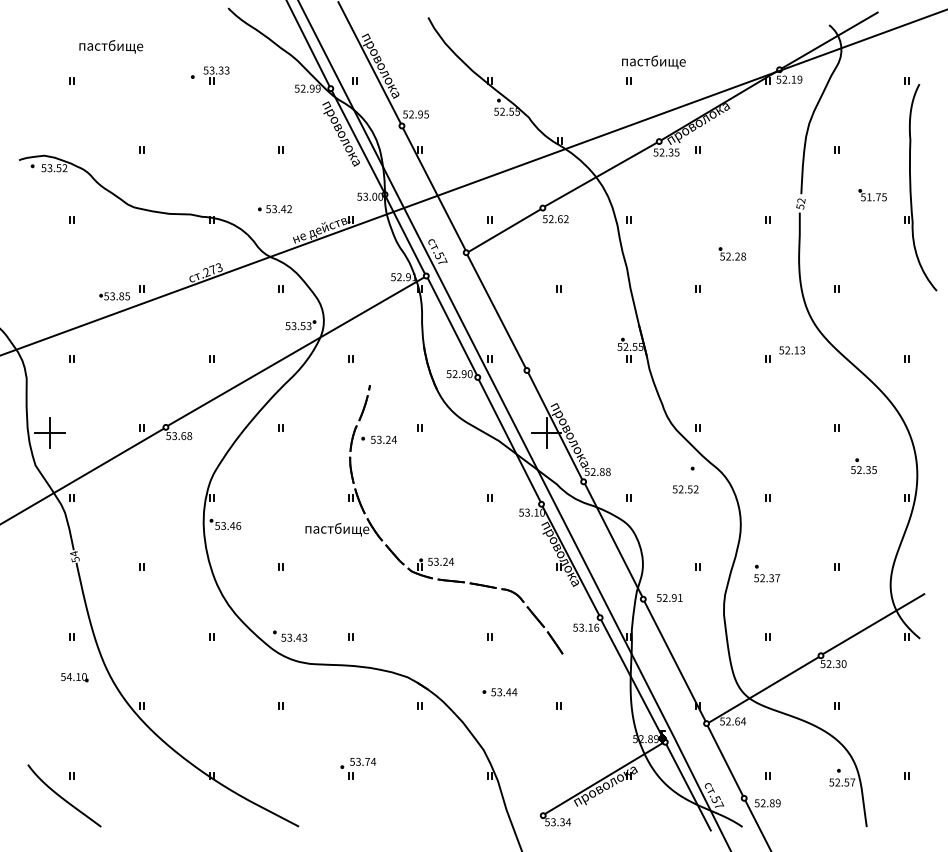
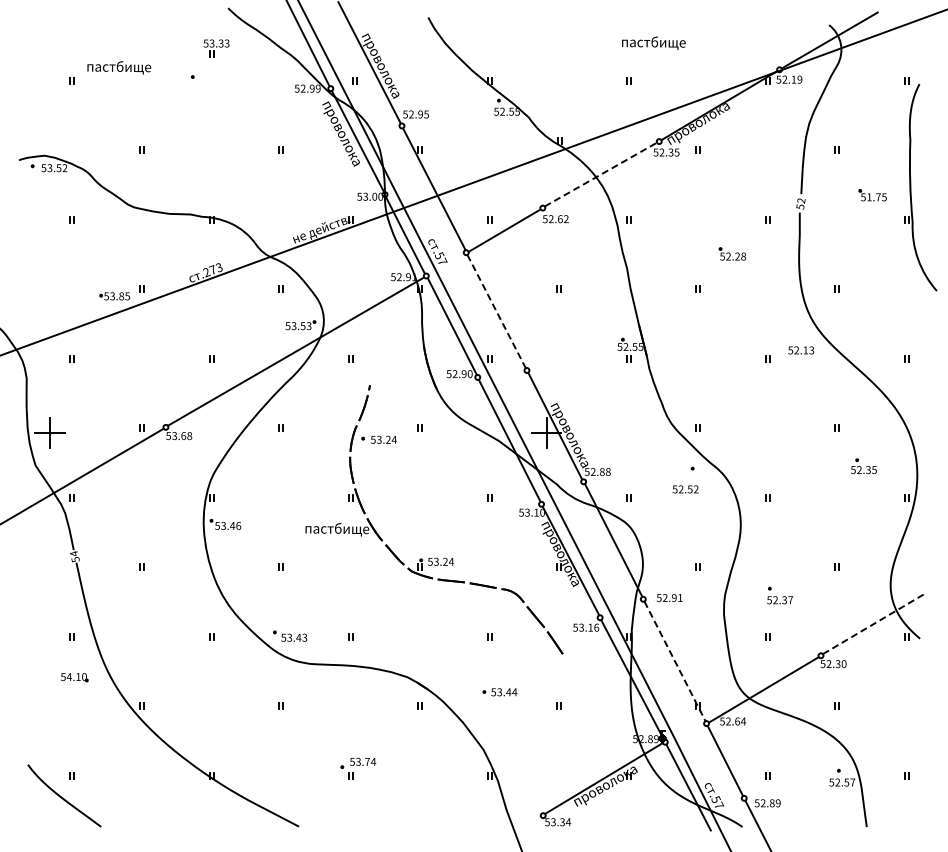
text at (111, 46) position: (111, 46) -> (119, 67)
text at (653, 62) position: (653, 62) -> (653, 43)
part at (216, 75) position: (216, 75) -> (216, 48)
line at (600, 174): solid -> dashed
part at (274, 209): present -> none
line at (496, 311): solid -> dashed
text at (792, 350) position: (792, 350) -> (801, 350)
part at (767, 573) position: (767, 573) -> (780, 595)
line at (874, 623): solid -> dashed
line at (675, 661): solid -> dashed
